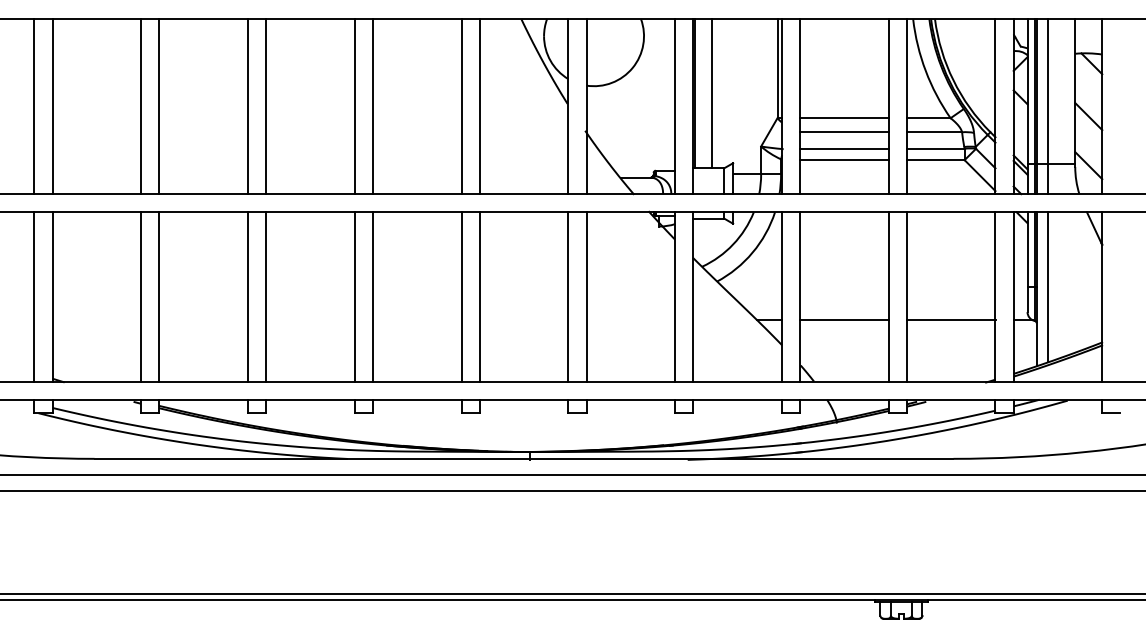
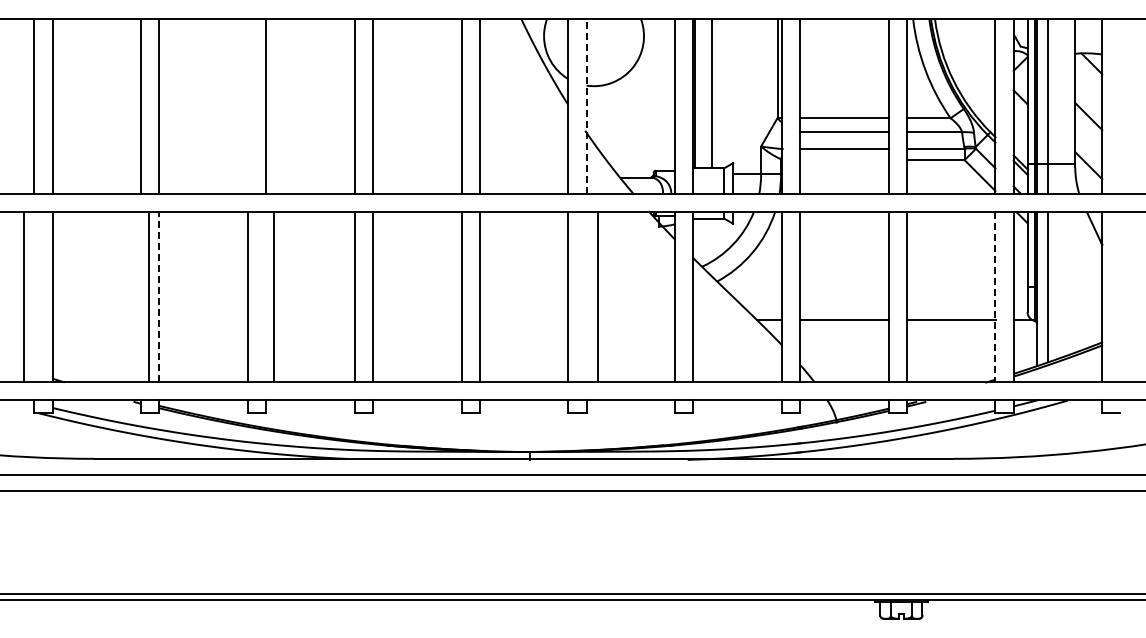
line at (247, 106): present -> none
line at (586, 106): solid -> dashed
line at (844, 160): present -> none
line at (34, 296) position: (34, 296) -> (24, 296)
line at (141, 296) position: (141, 296) -> (149, 296)
line at (159, 296): solid -> dashed
line at (266, 296) position: (266, 296) -> (274, 296)
line at (586, 296) position: (586, 296) -> (597, 296)
line at (995, 296): solid -> dashed
